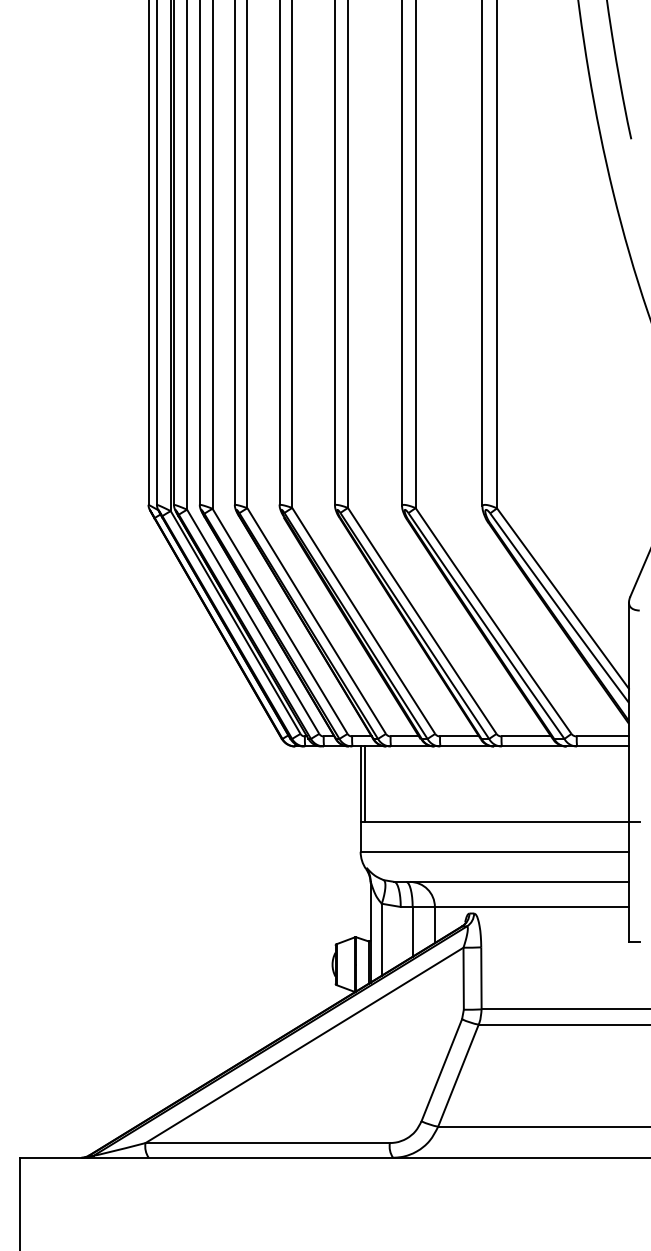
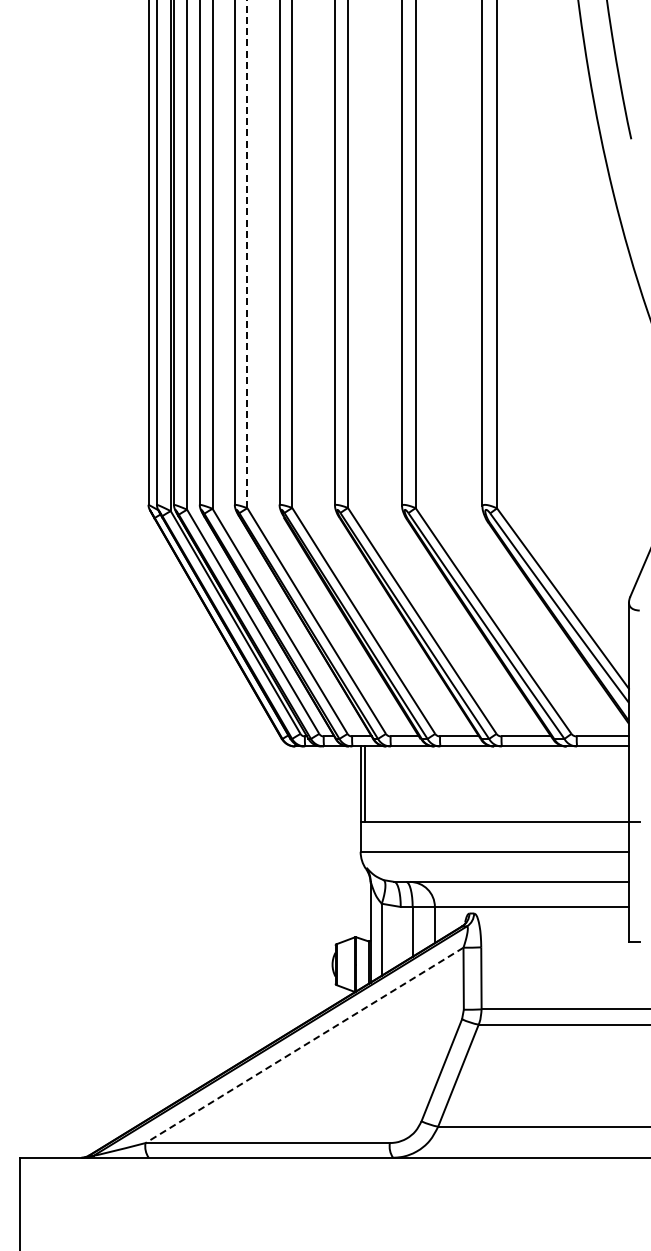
line at (247, 254): solid -> dashed
line at (304, 1045): solid -> dashed
